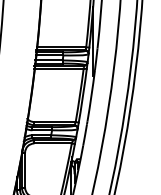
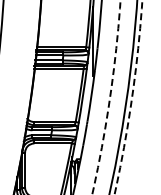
arc at (110, 97): solid -> dashed
arc at (132, 97): solid -> dashed
